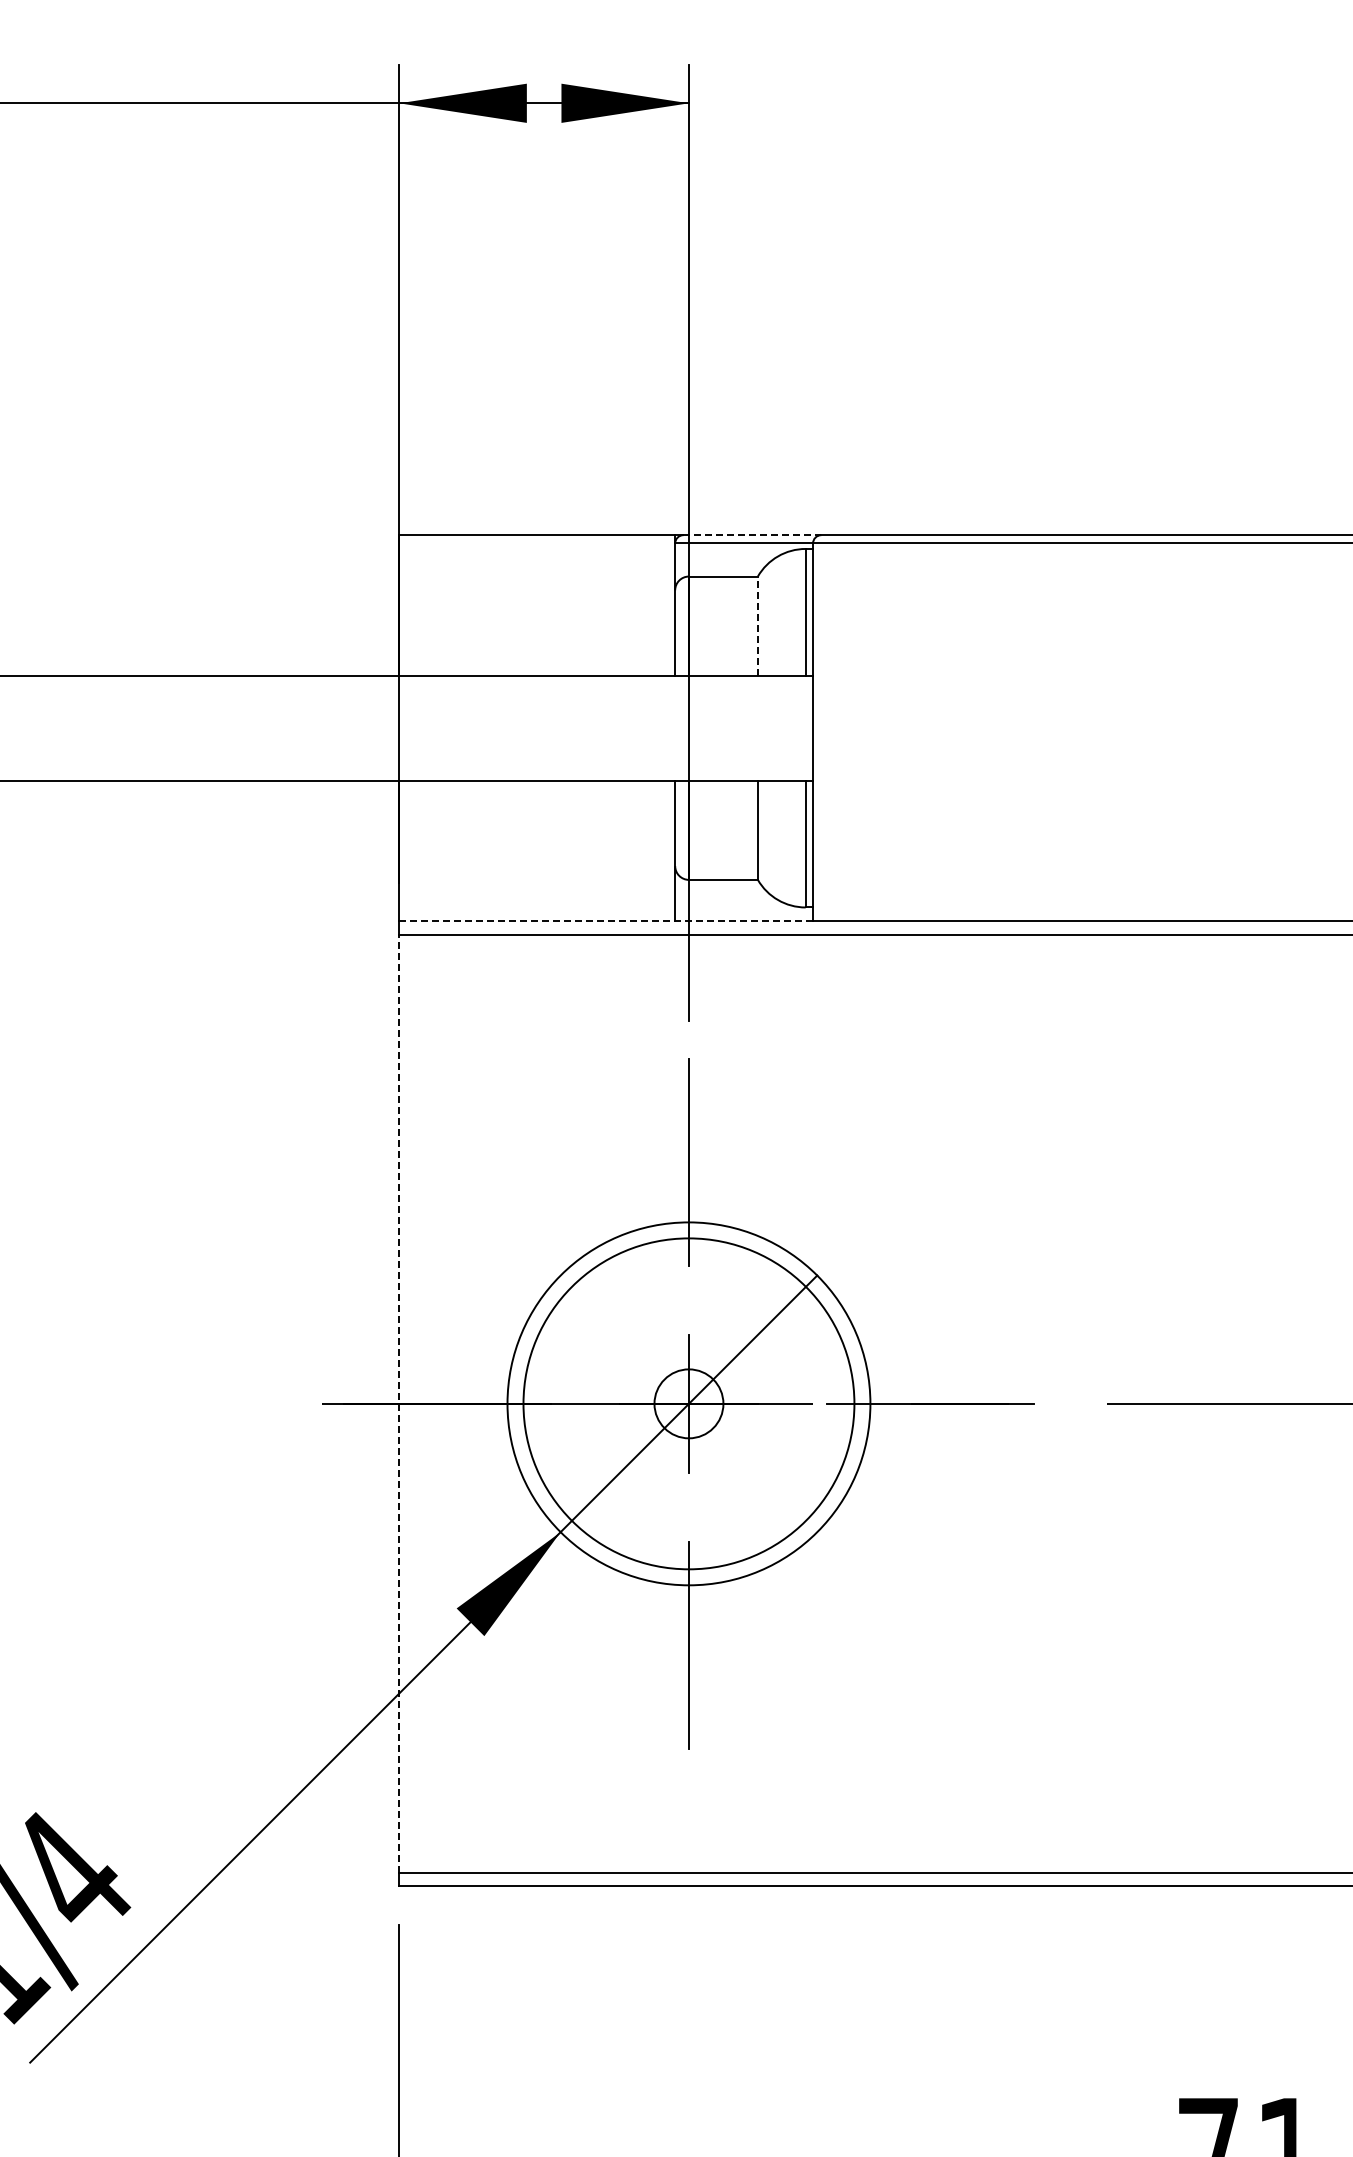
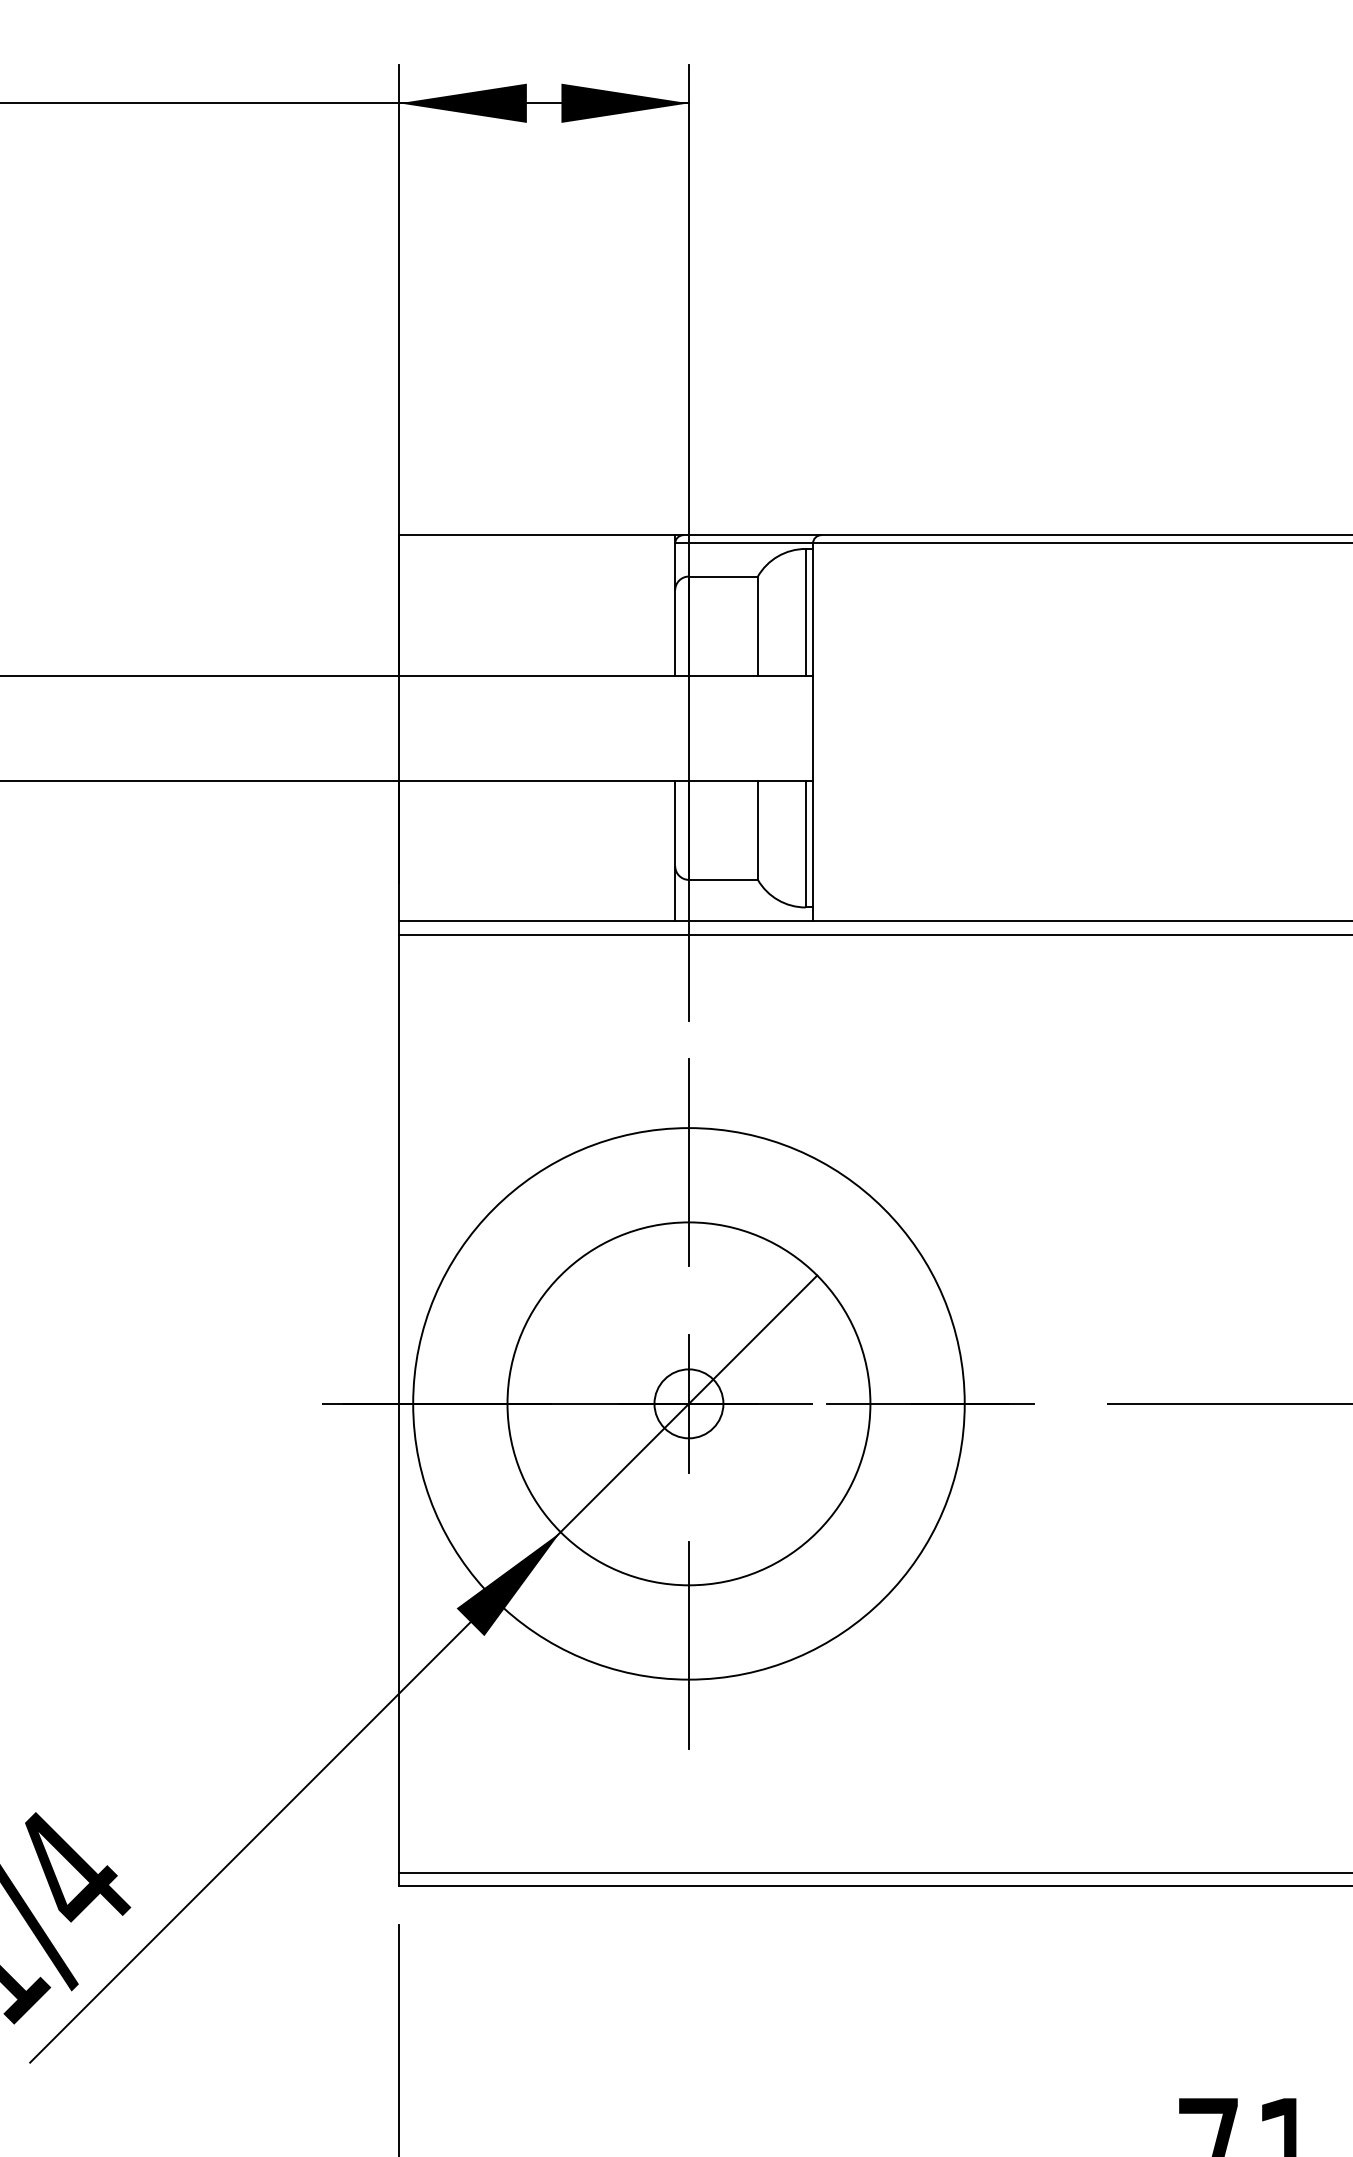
line at (752, 535): dashed -> solid
line at (757, 626): dashed -> solid
line at (606, 921): dashed -> solid
line at (399, 1403): dashed -> solid
circle at (688, 1403) diameter: 331 px -> 552 px
